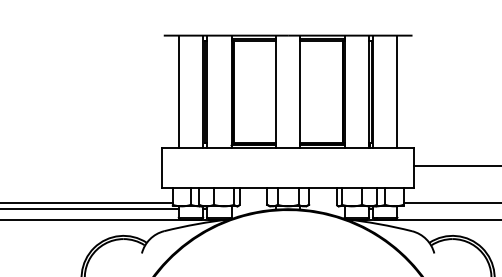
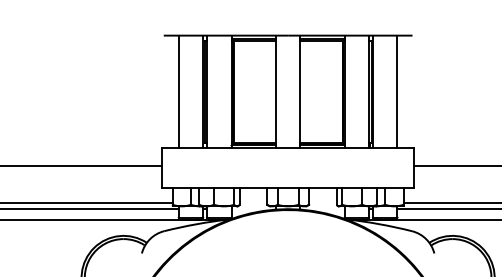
line at (81, 166): none -> present
line at (447, 209): none -> present
